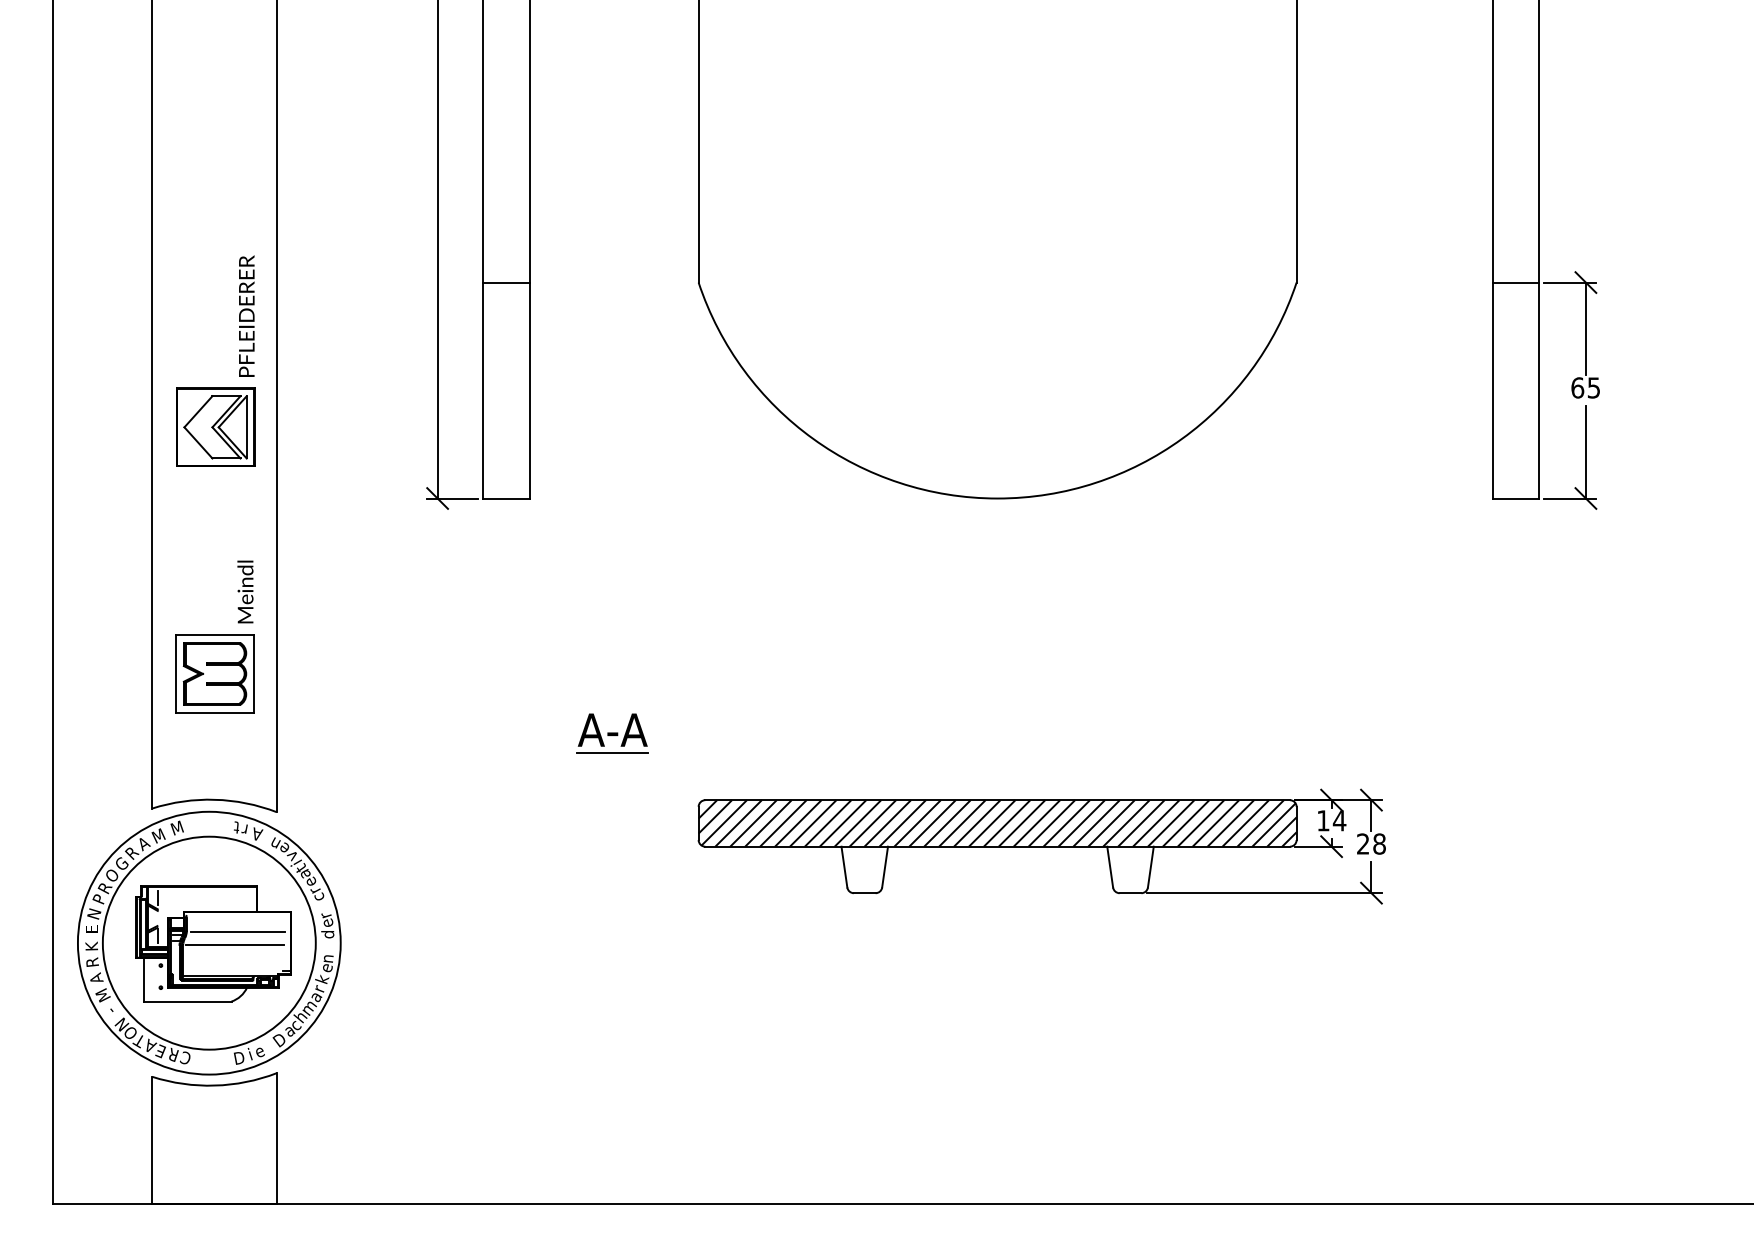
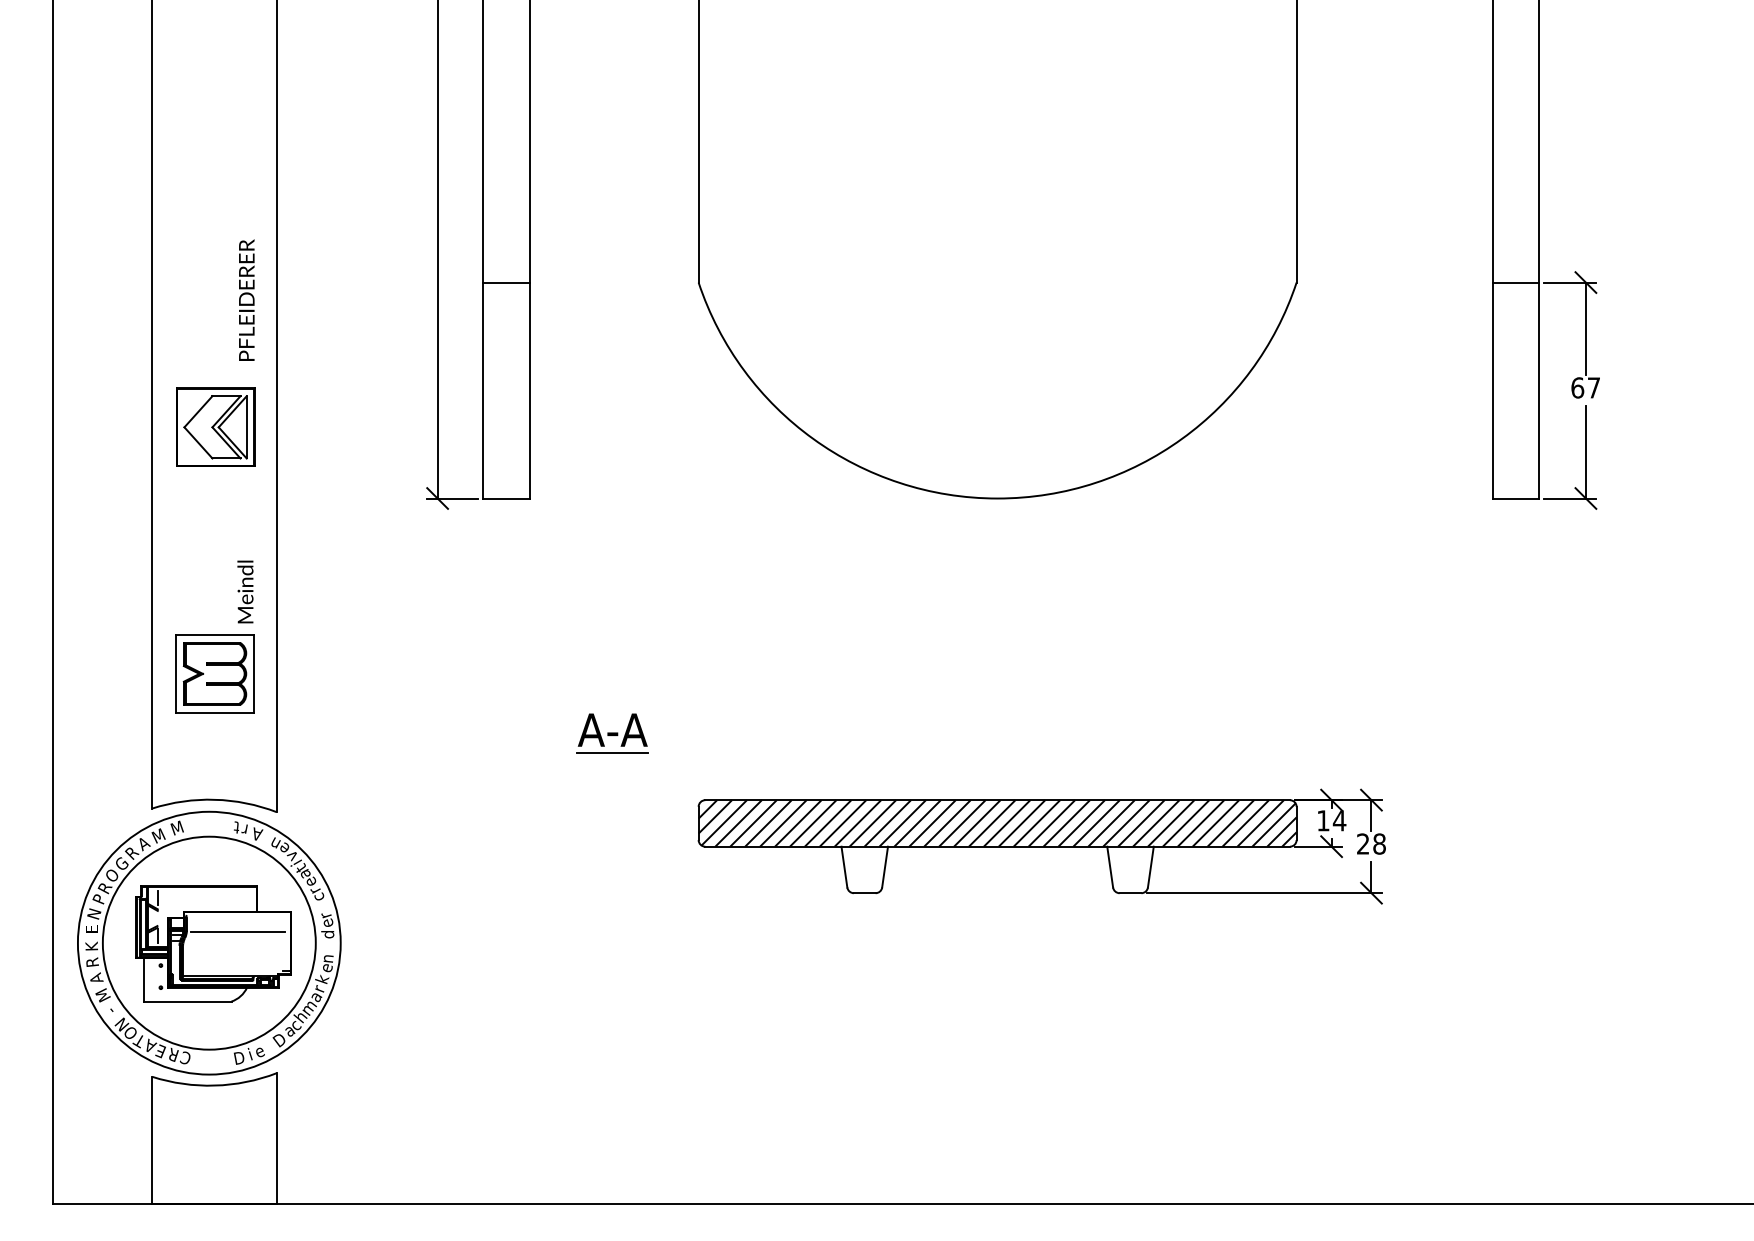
text at (246, 315) position: (246, 315) -> (246, 299)
text at (1593, 387): 65 -> 67
line at (234, 944): present -> none
